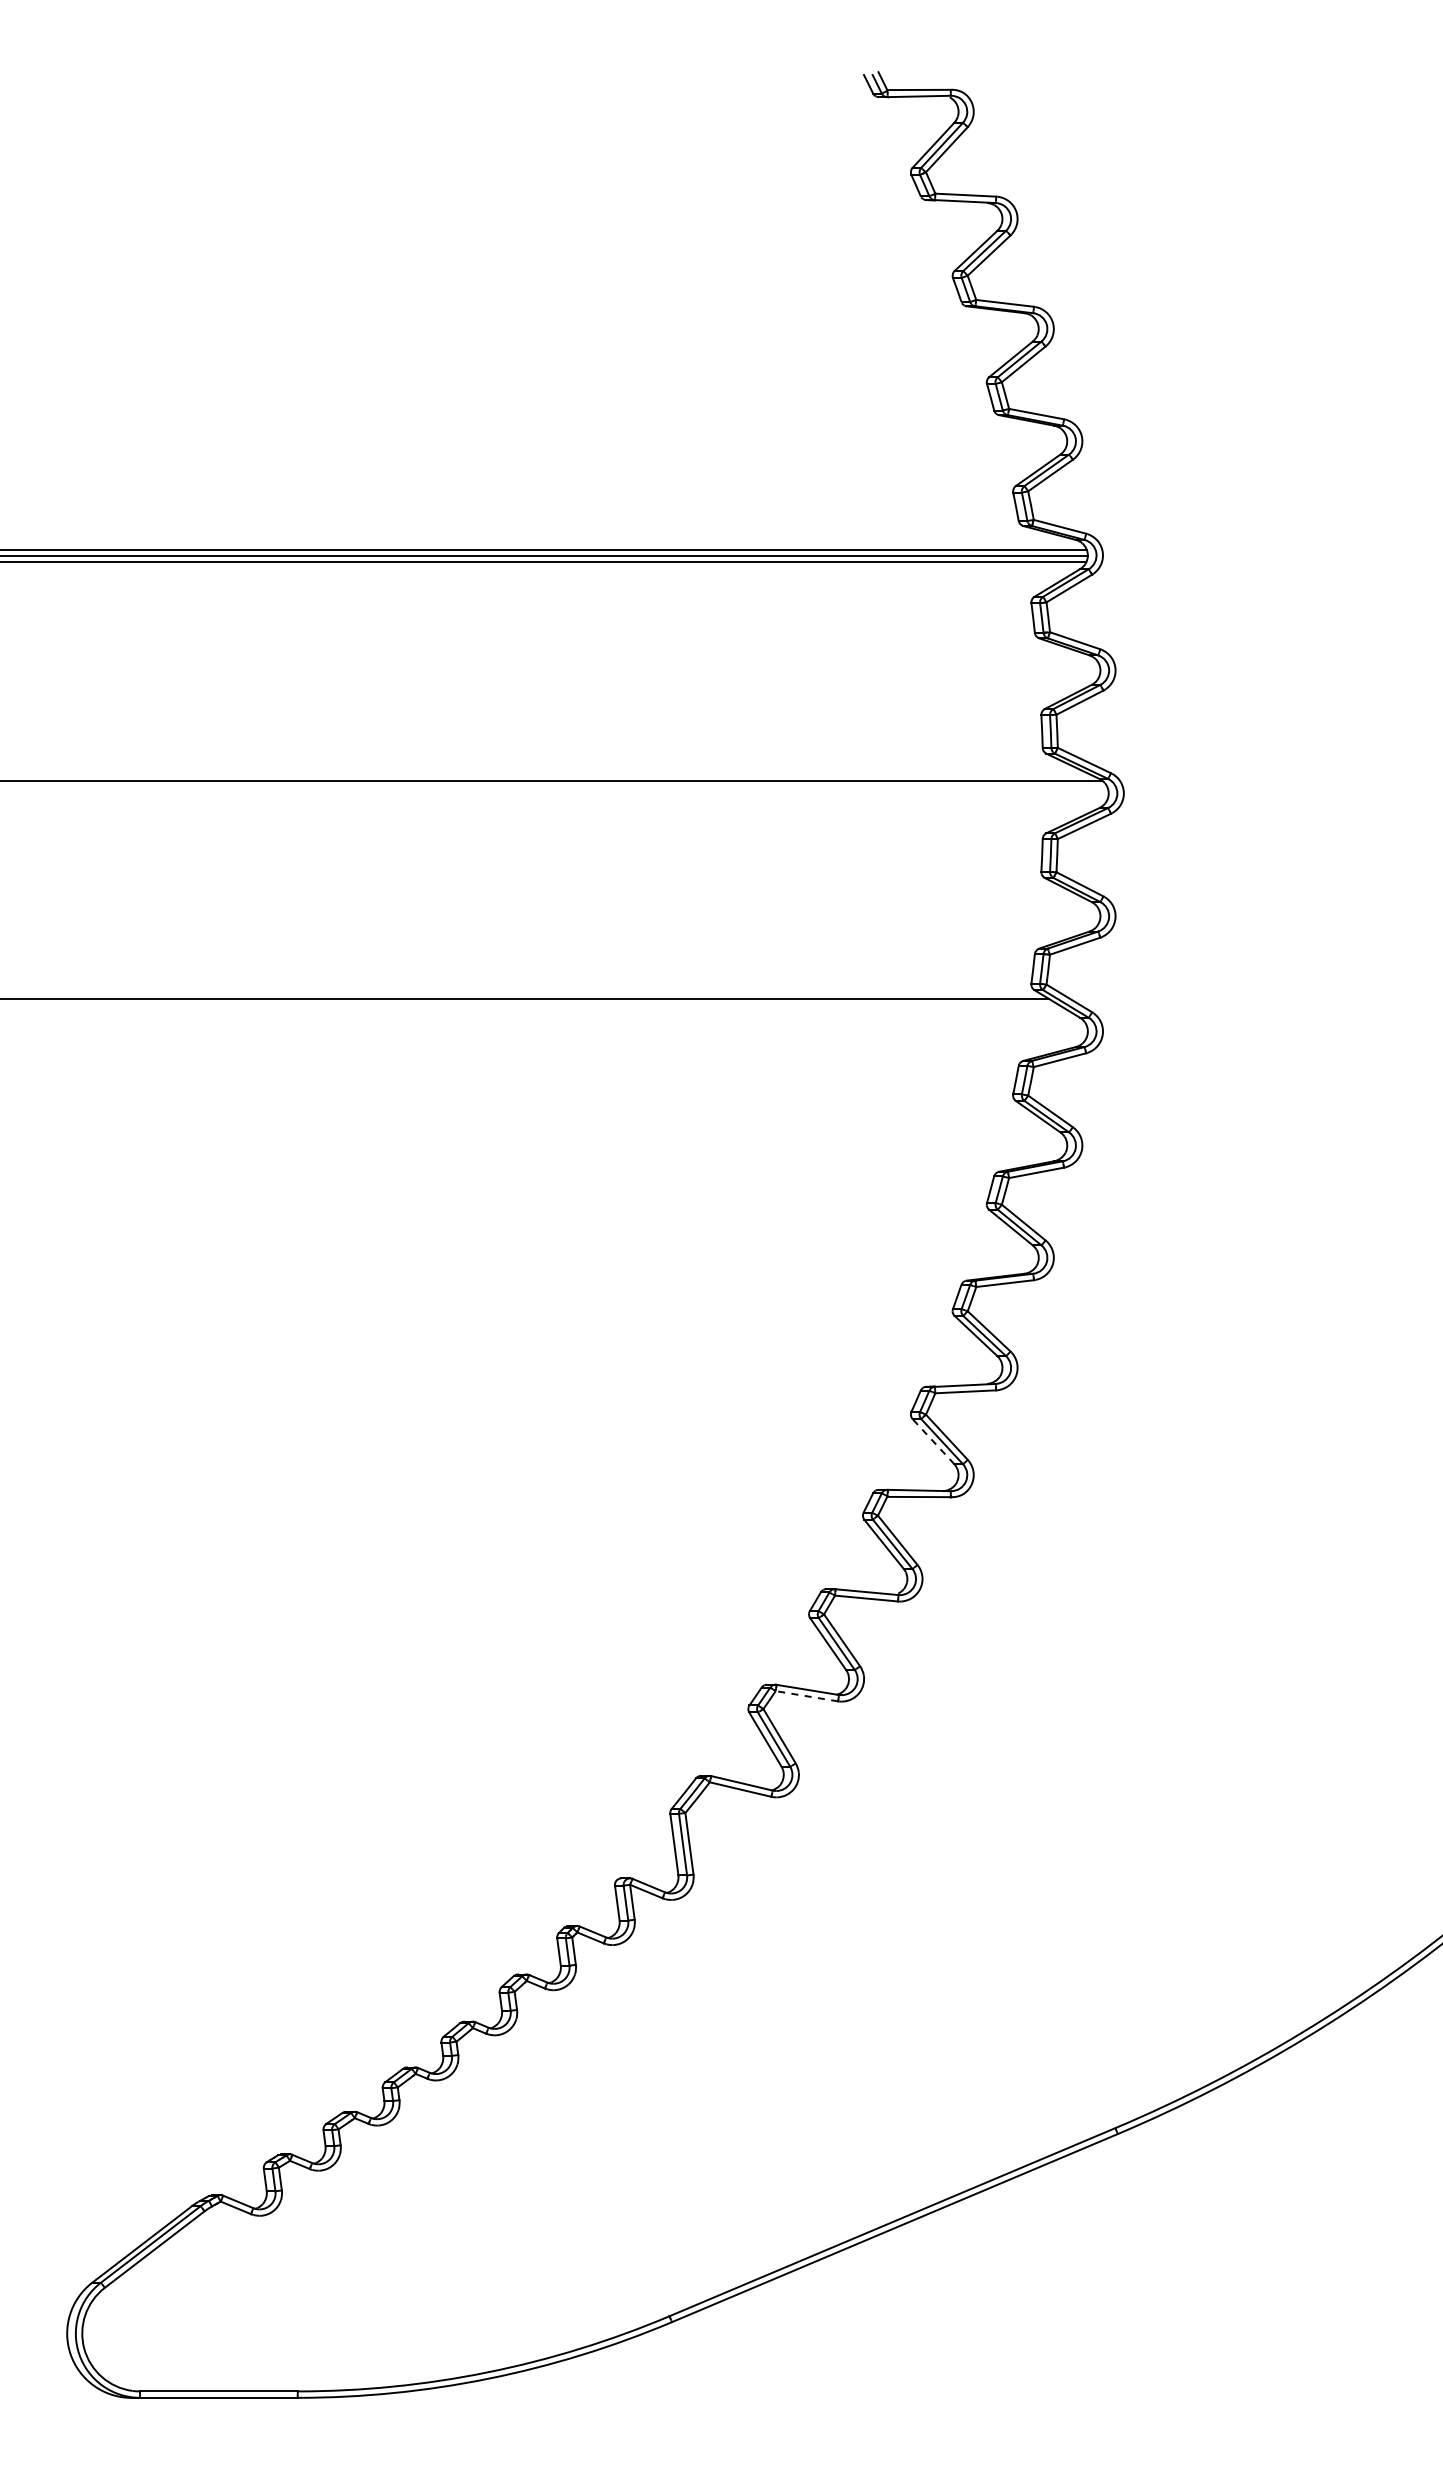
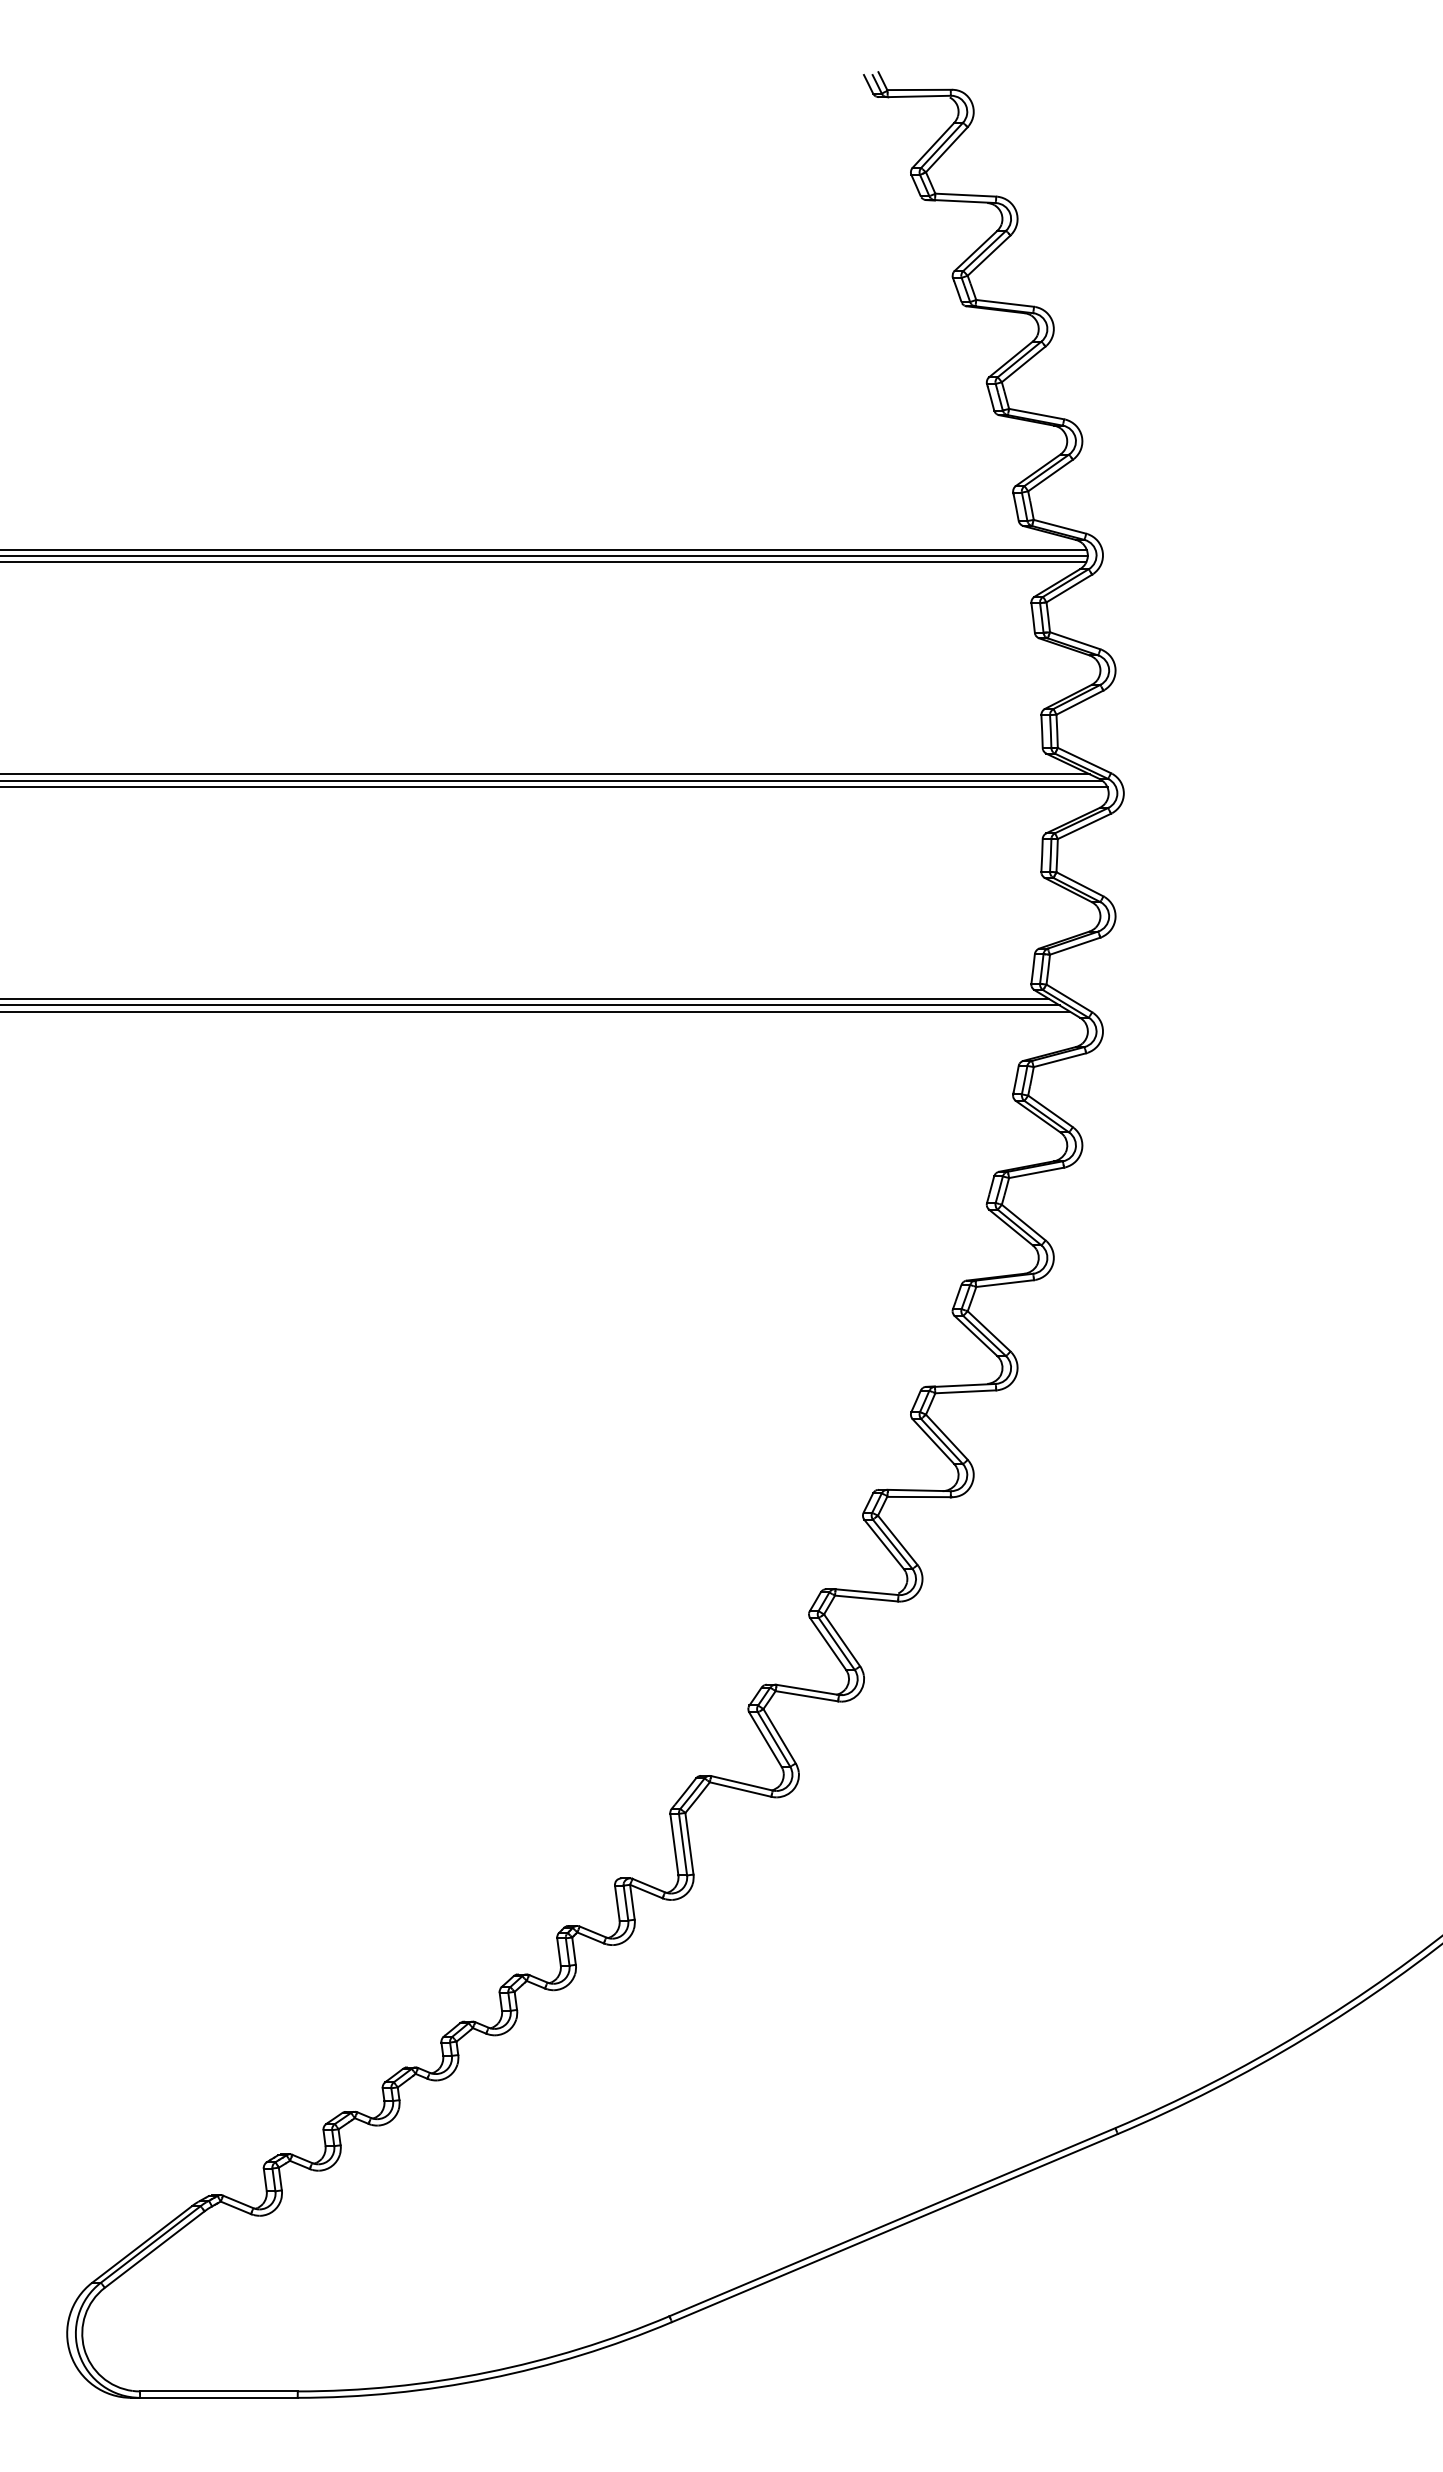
line at (545, 774): none -> present
line at (555, 787): none -> present
line at (530, 1005): none -> present
line at (536, 1011): none -> present
line at (933, 1441): dashed -> solid
line at (806, 1696): dashed -> solid
